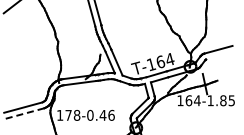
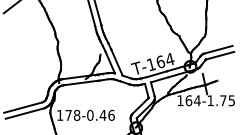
line at (220, 55): none -> present
text at (223, 100): 164-1.85 -> 164-1.75
line at (24, 113): dashed -> solid
